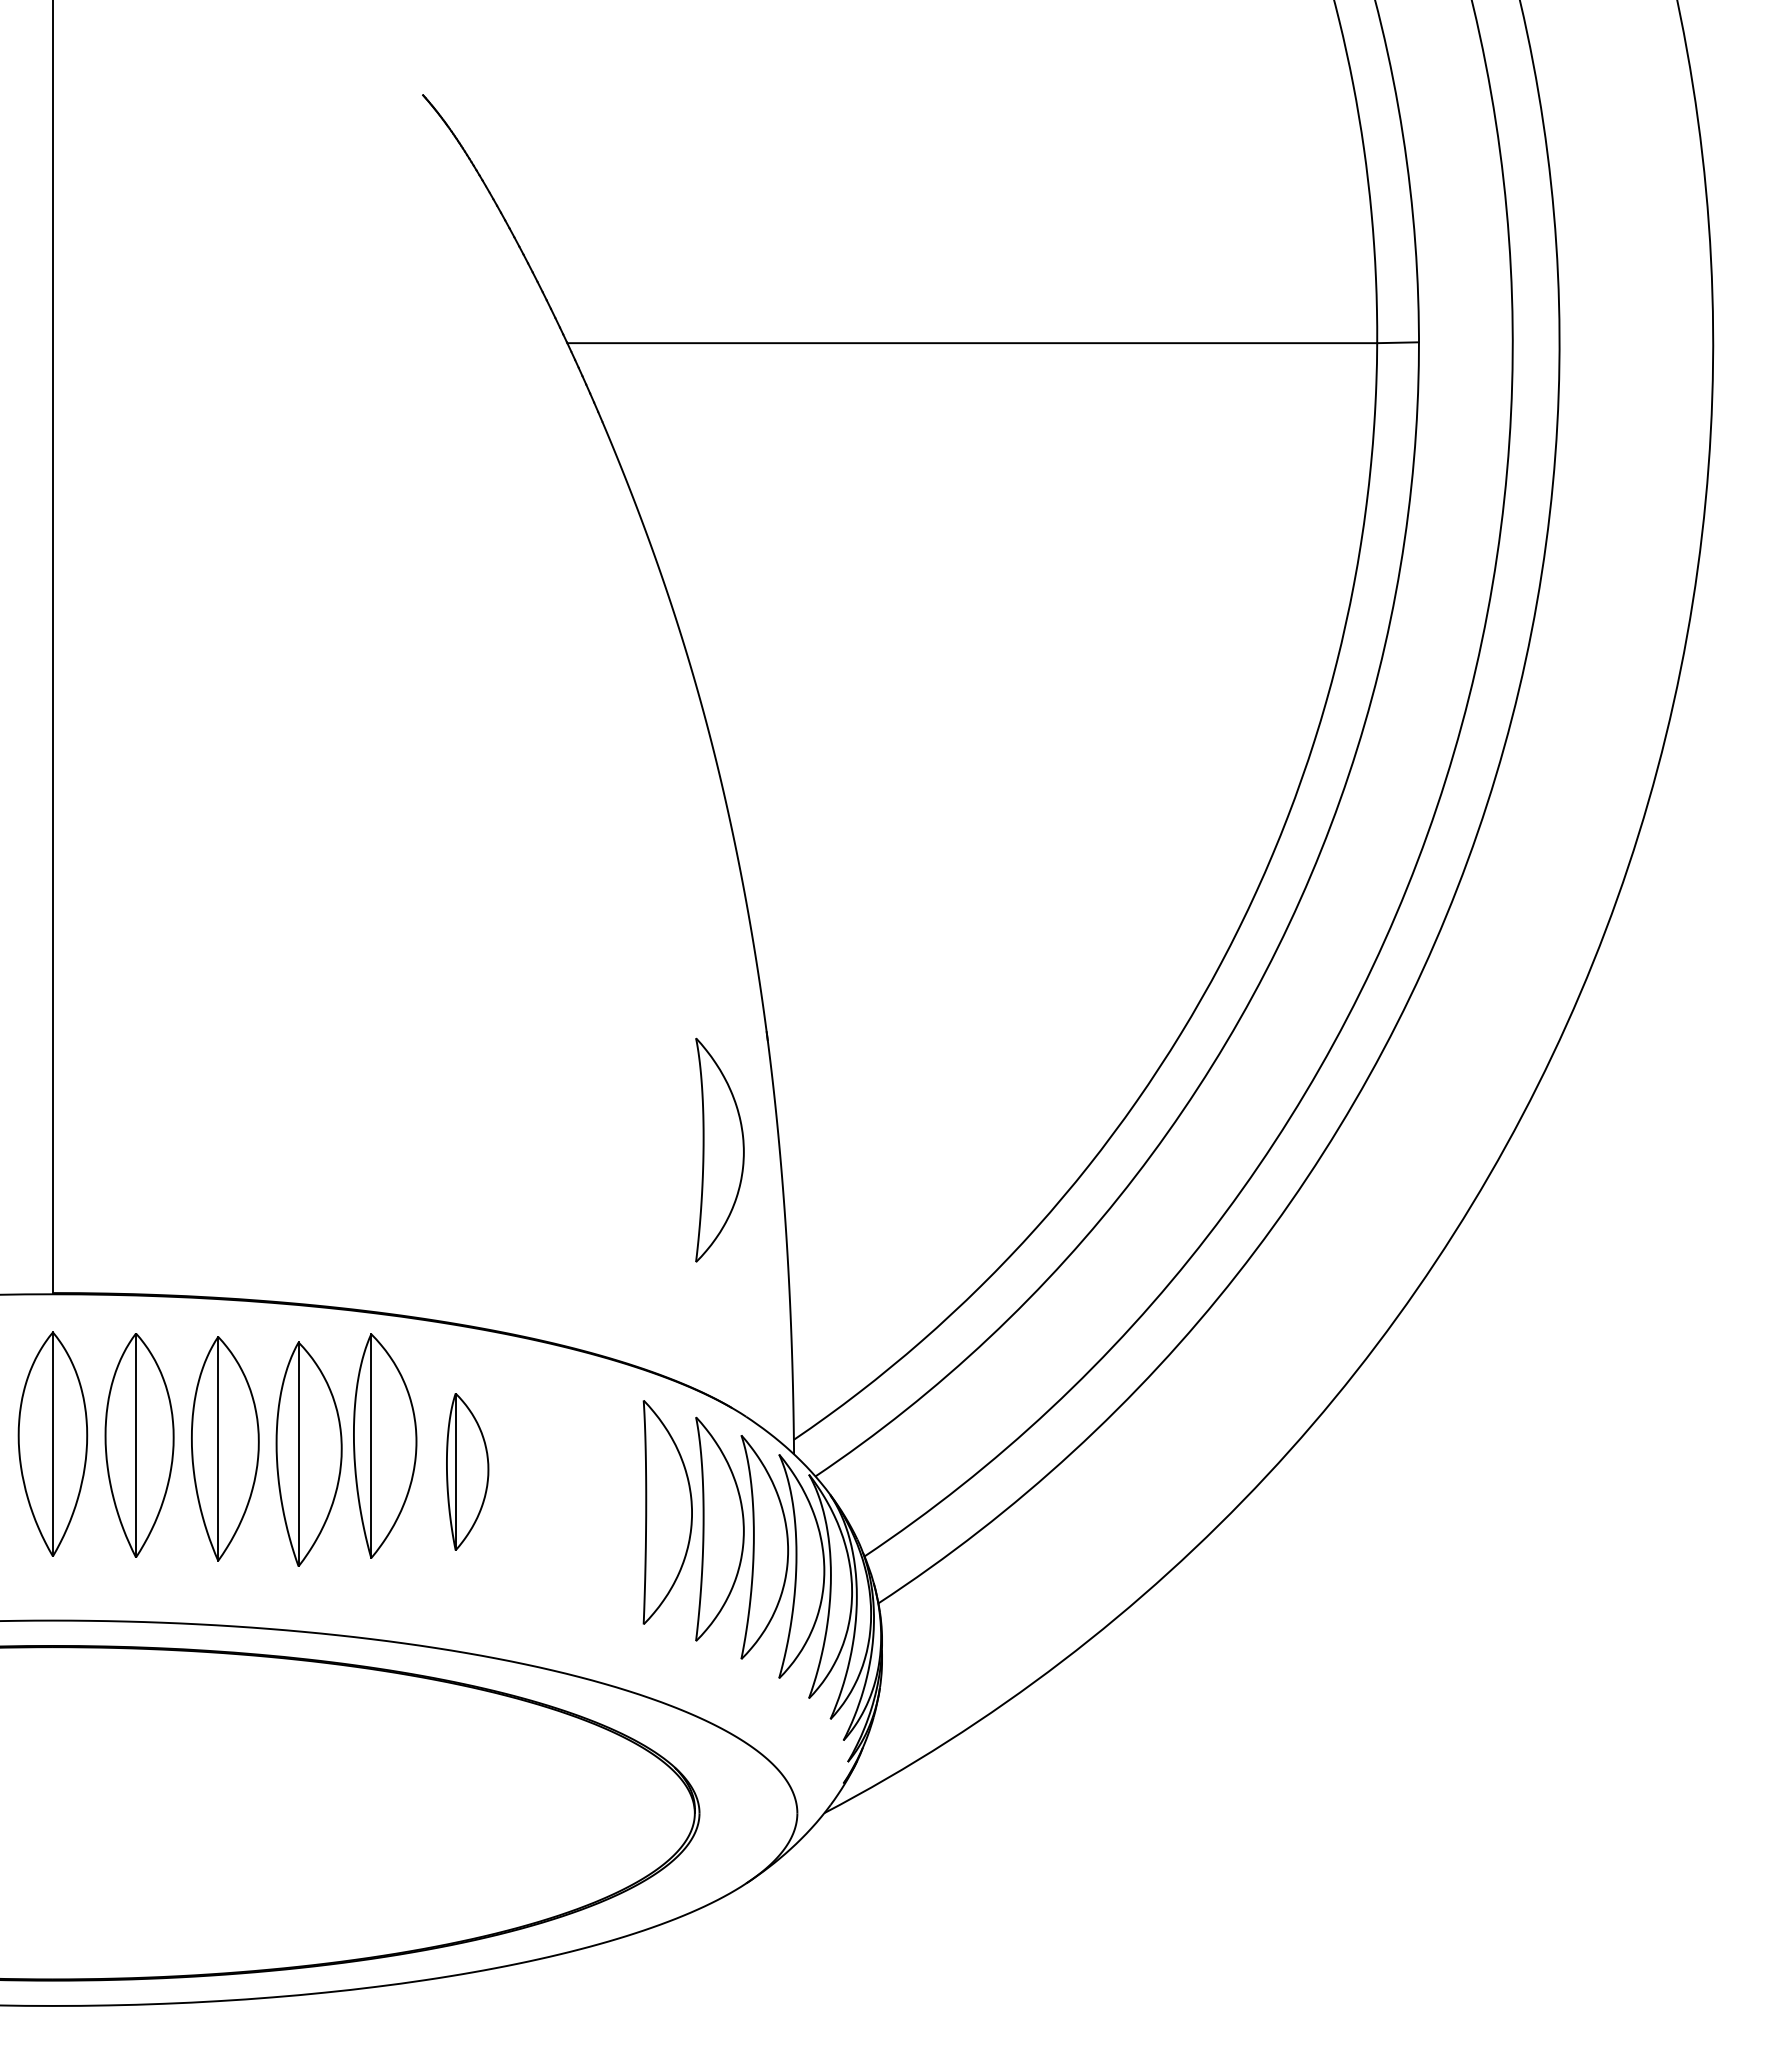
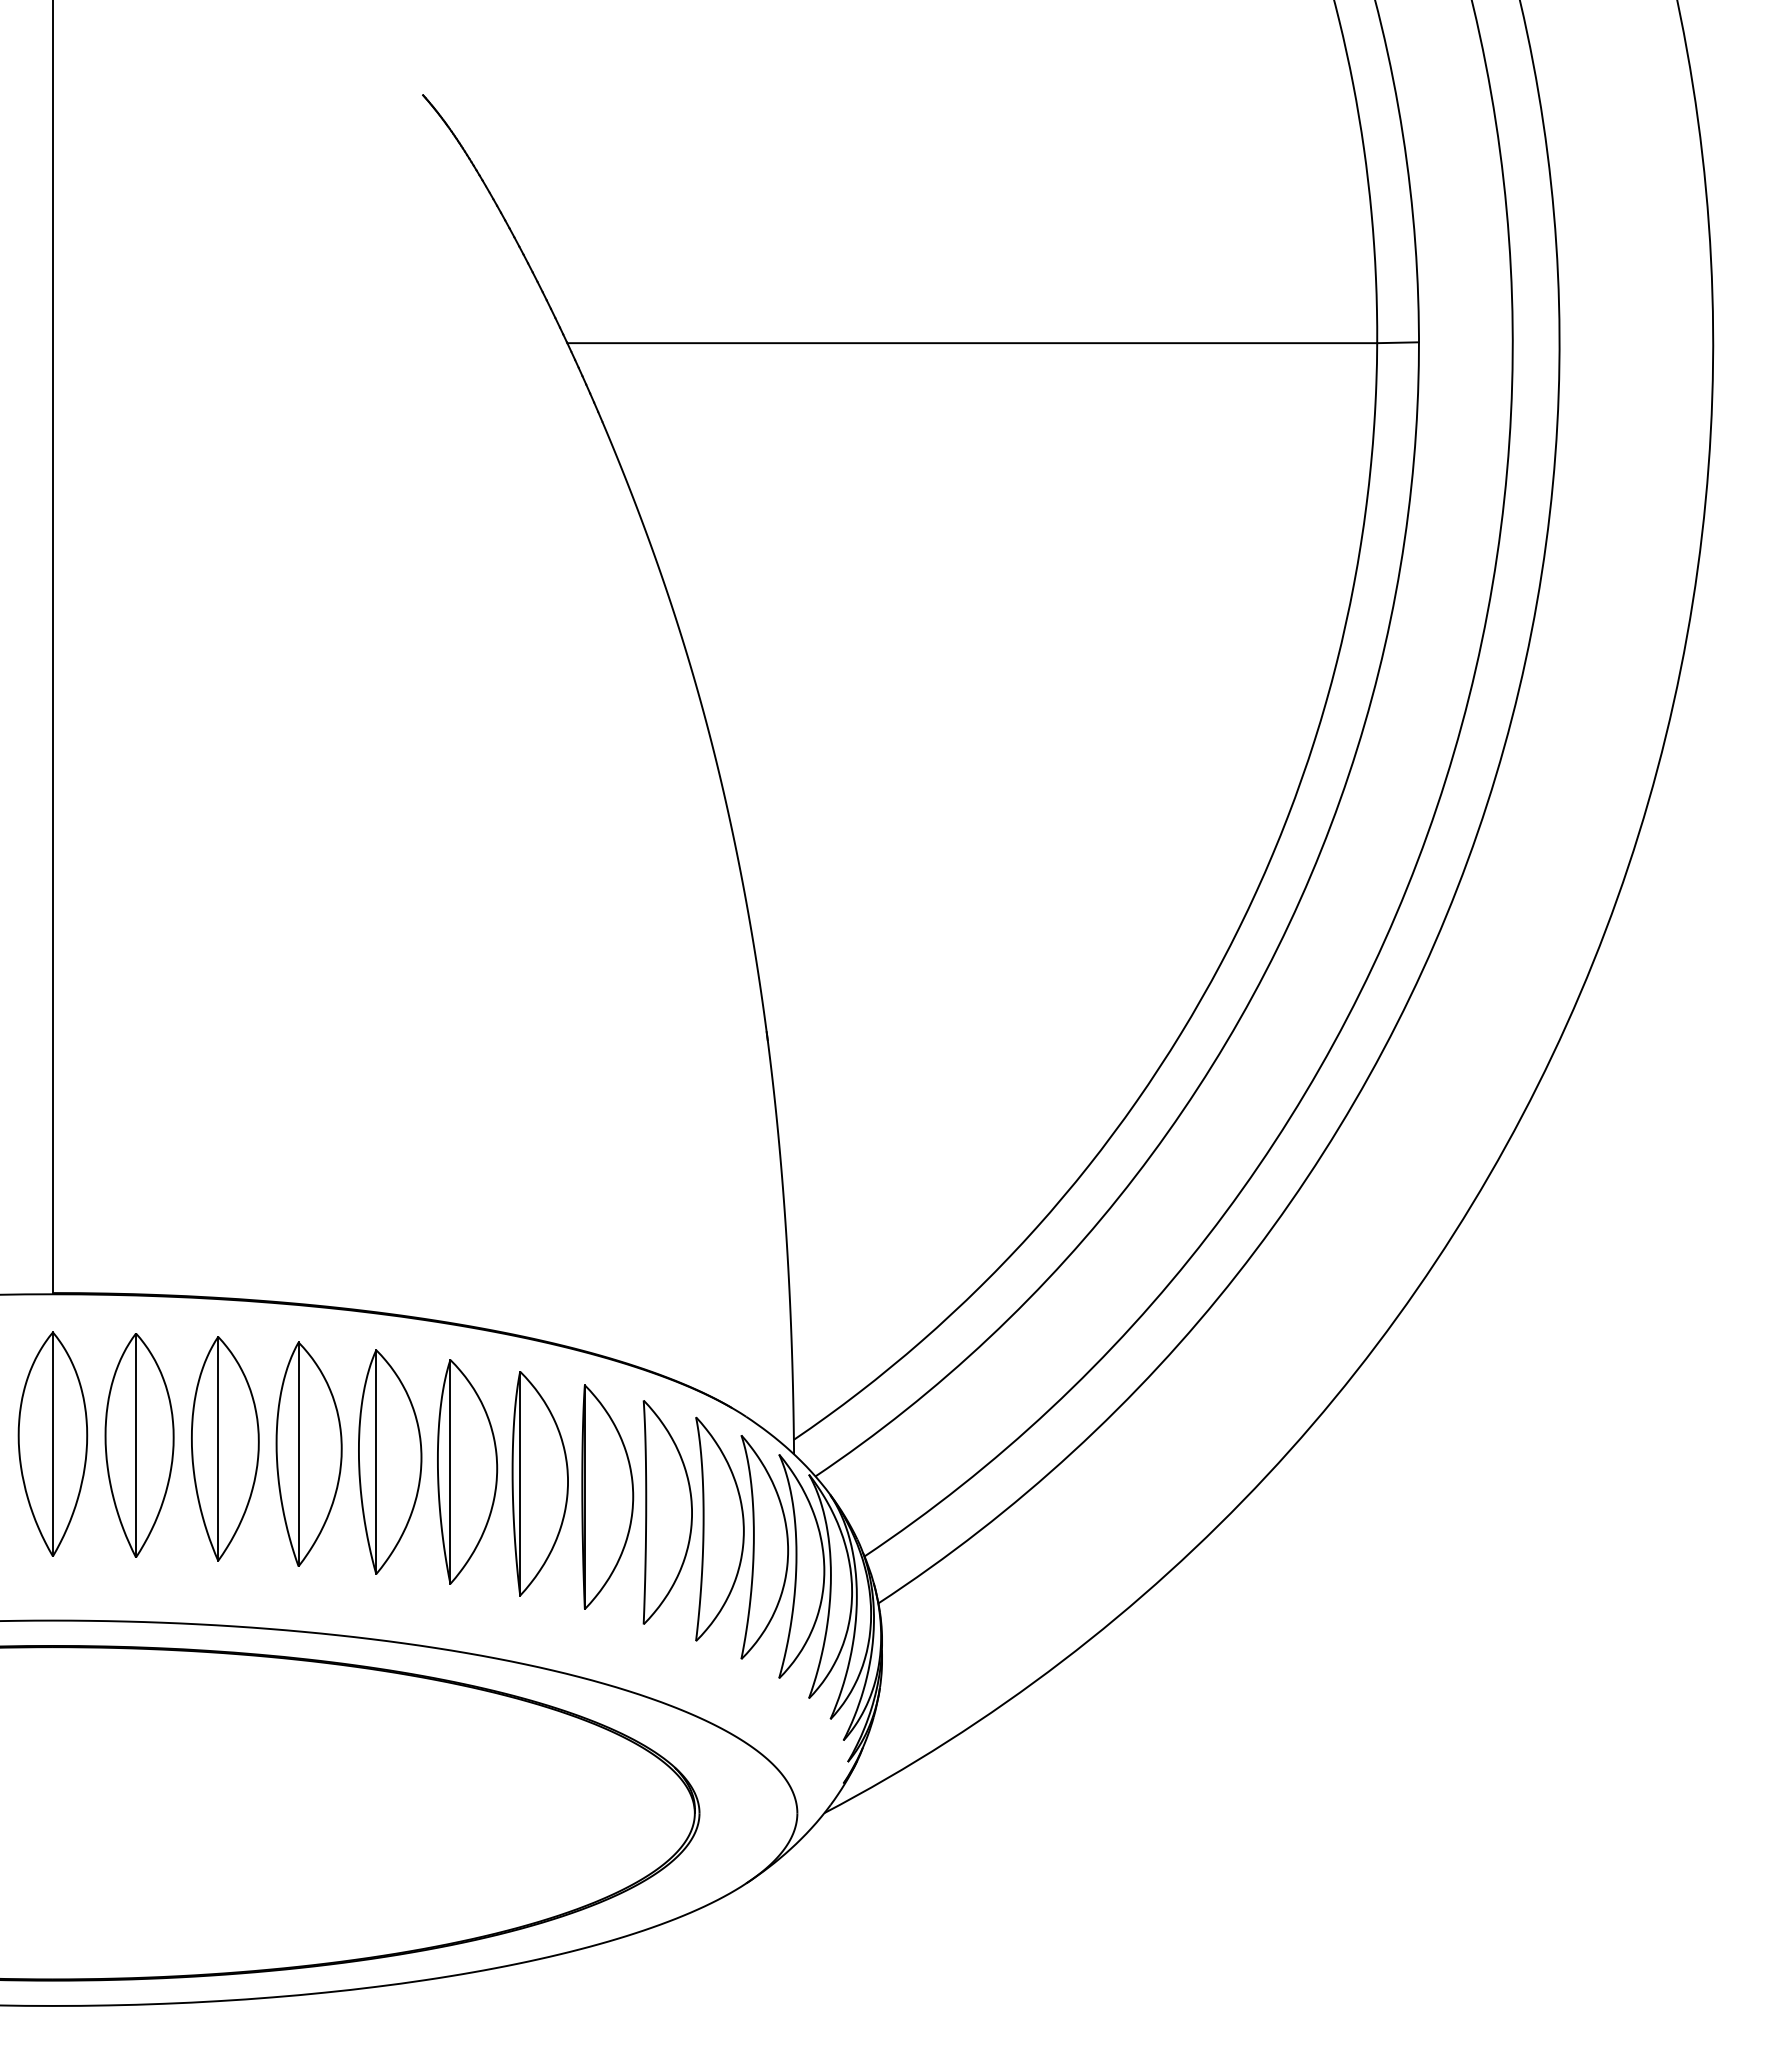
part at (719, 1149): present -> none
part at (385, 1445) position: (385, 1445) -> (390, 1461)
part at (467, 1471) size: 44x158 px -> 62x226 px
part at (539, 1483): none -> present
part at (607, 1496): none -> present
